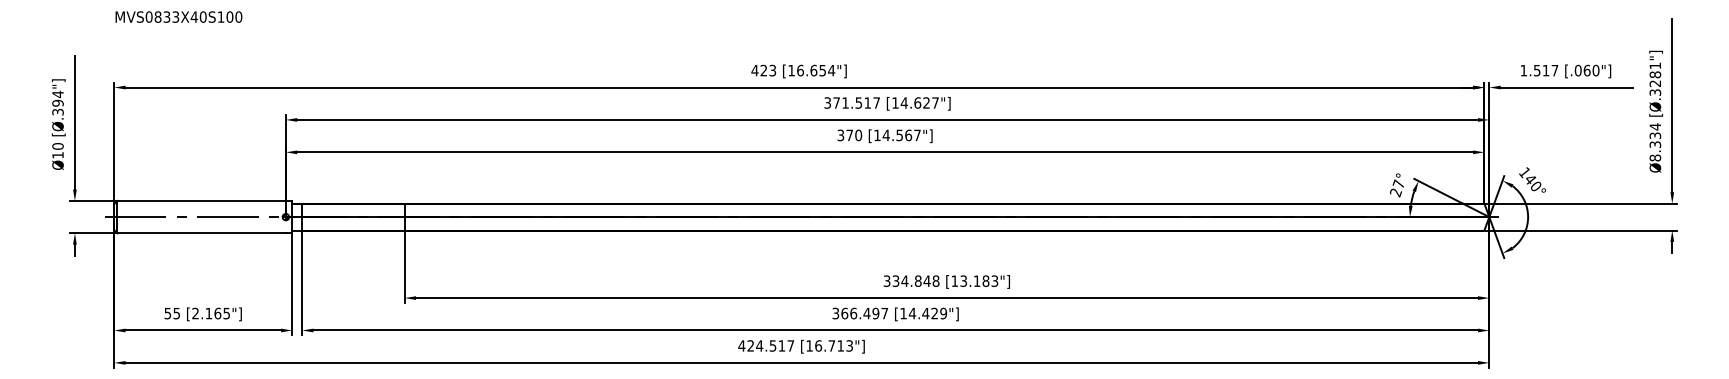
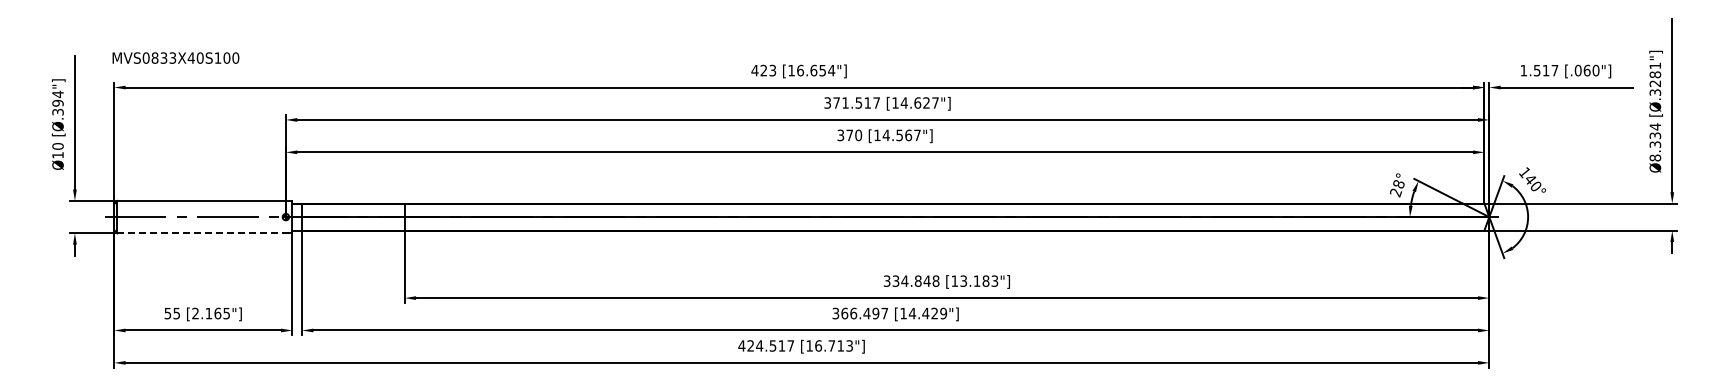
text at (178, 16) position: (178, 16) -> (175, 57)
text at (1398, 183): 27° -> 28°
line at (202, 233): solid -> dashed
